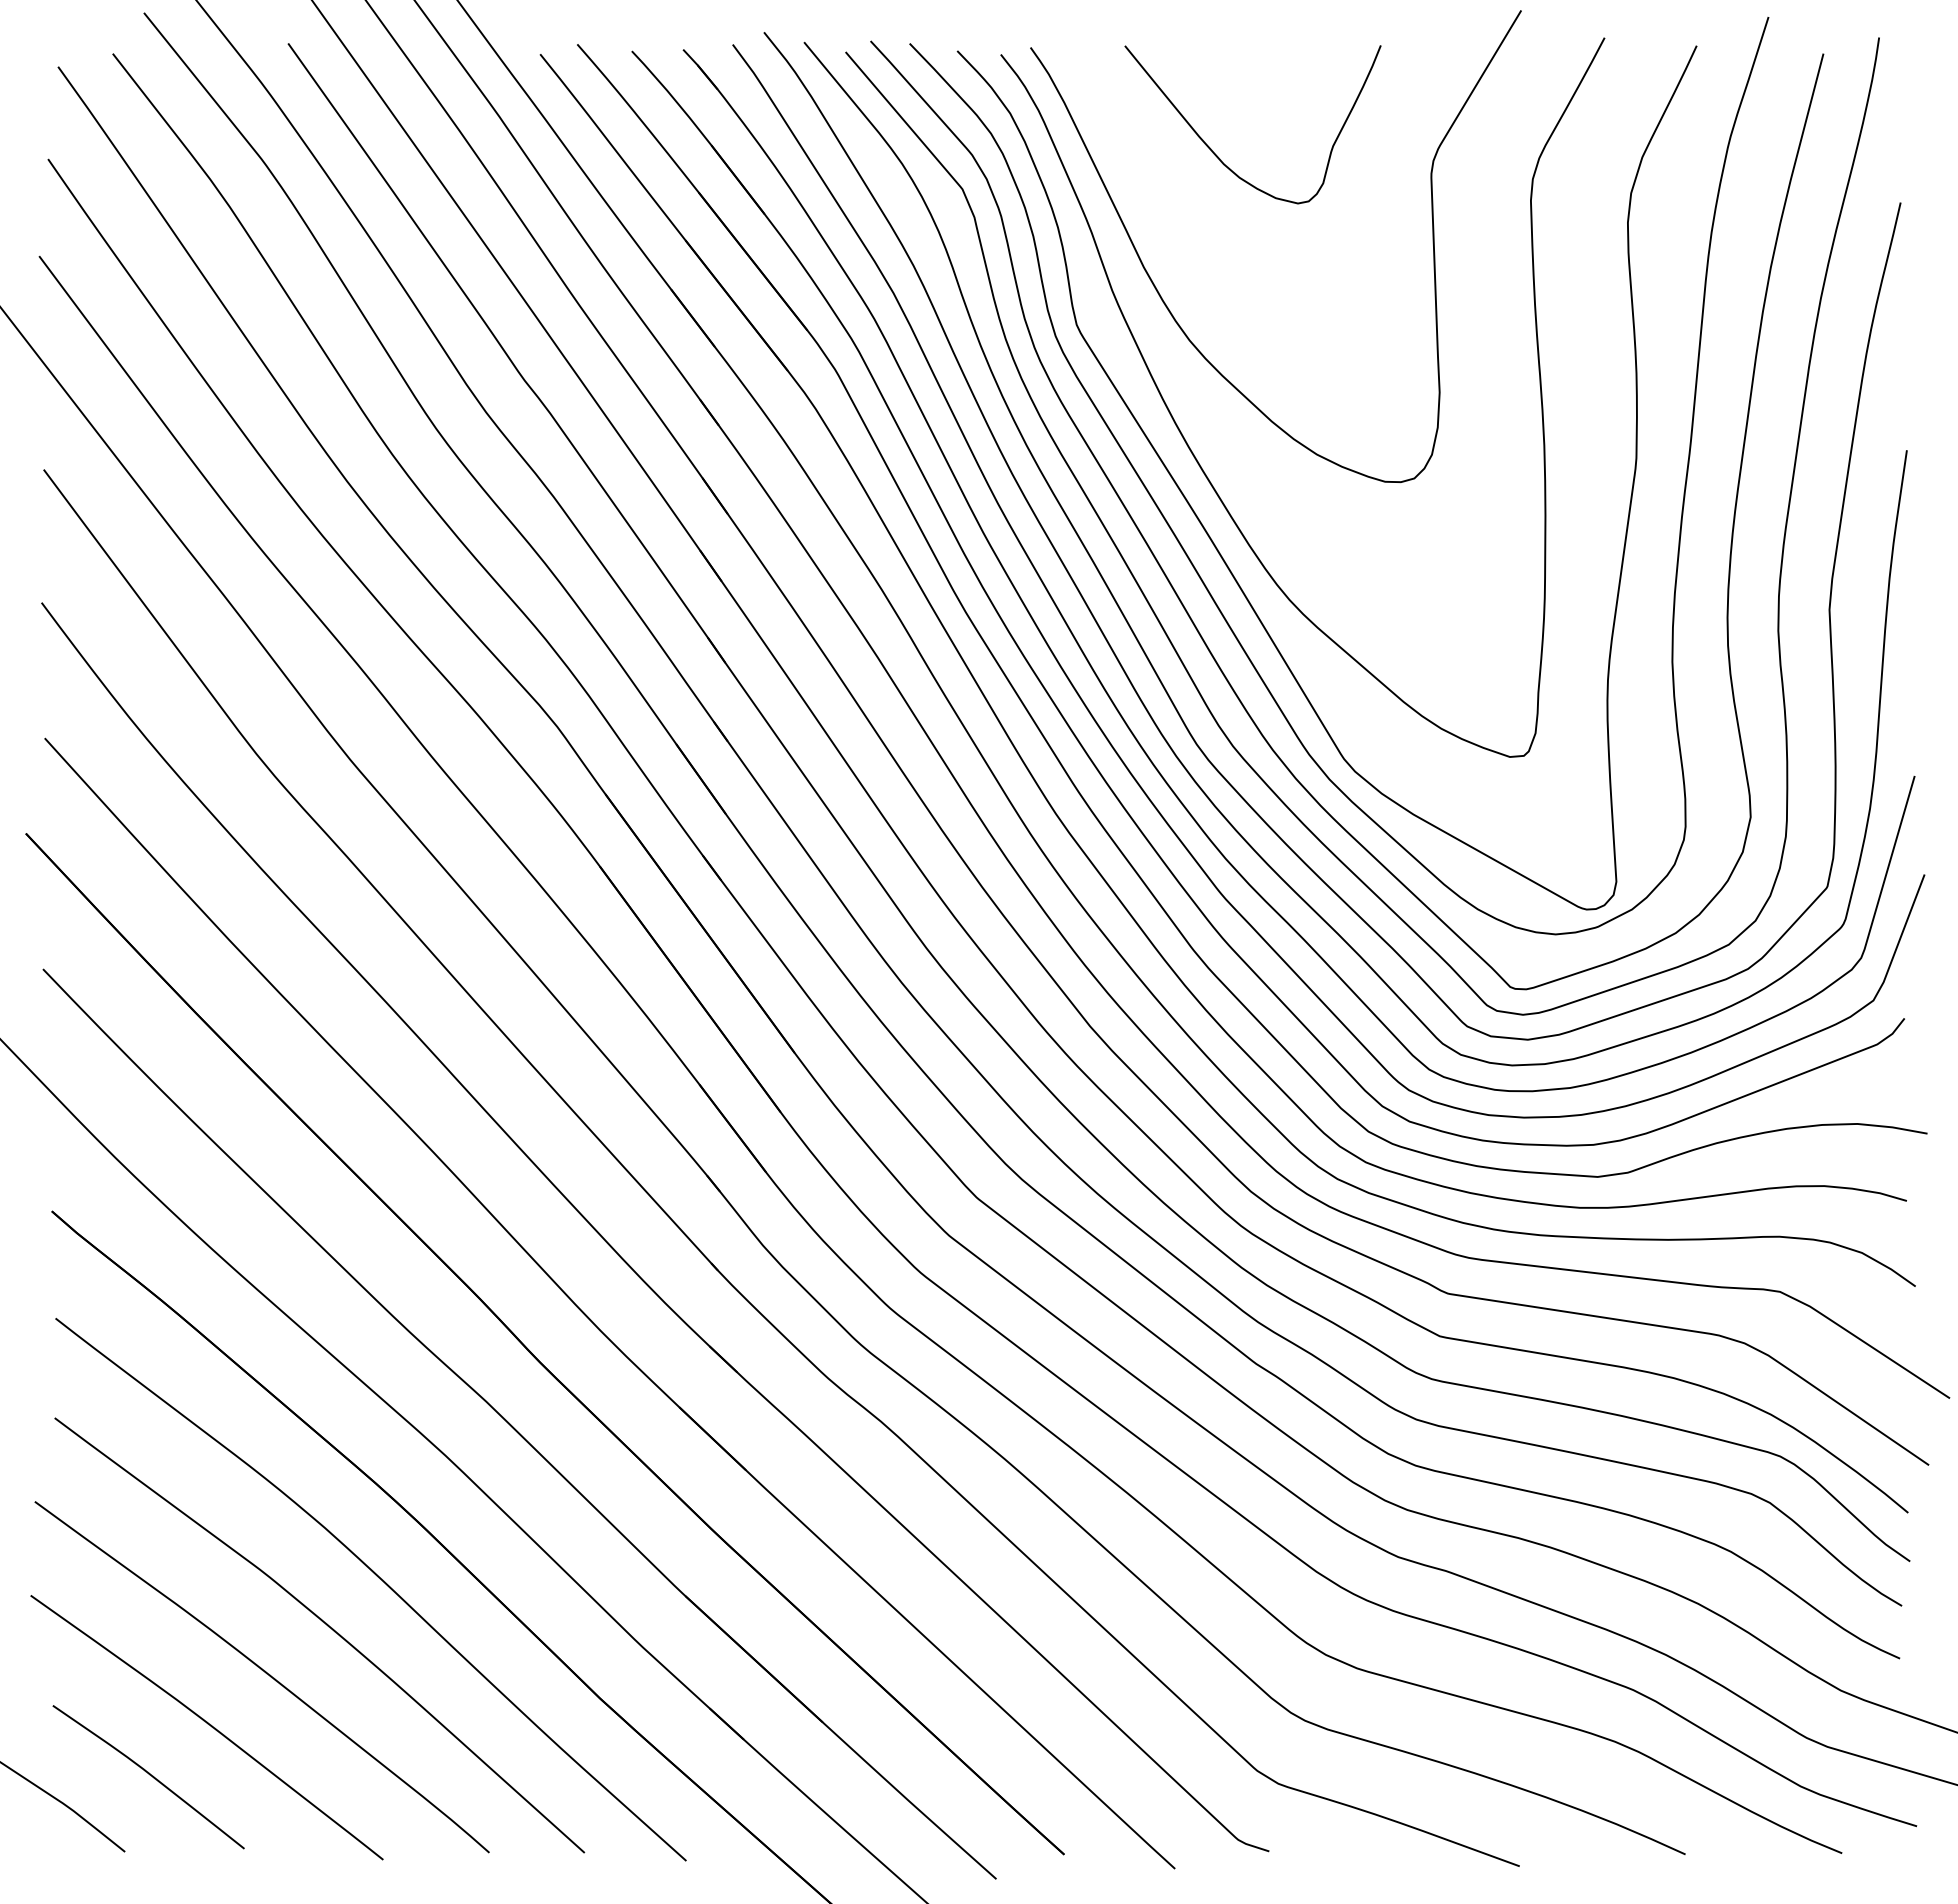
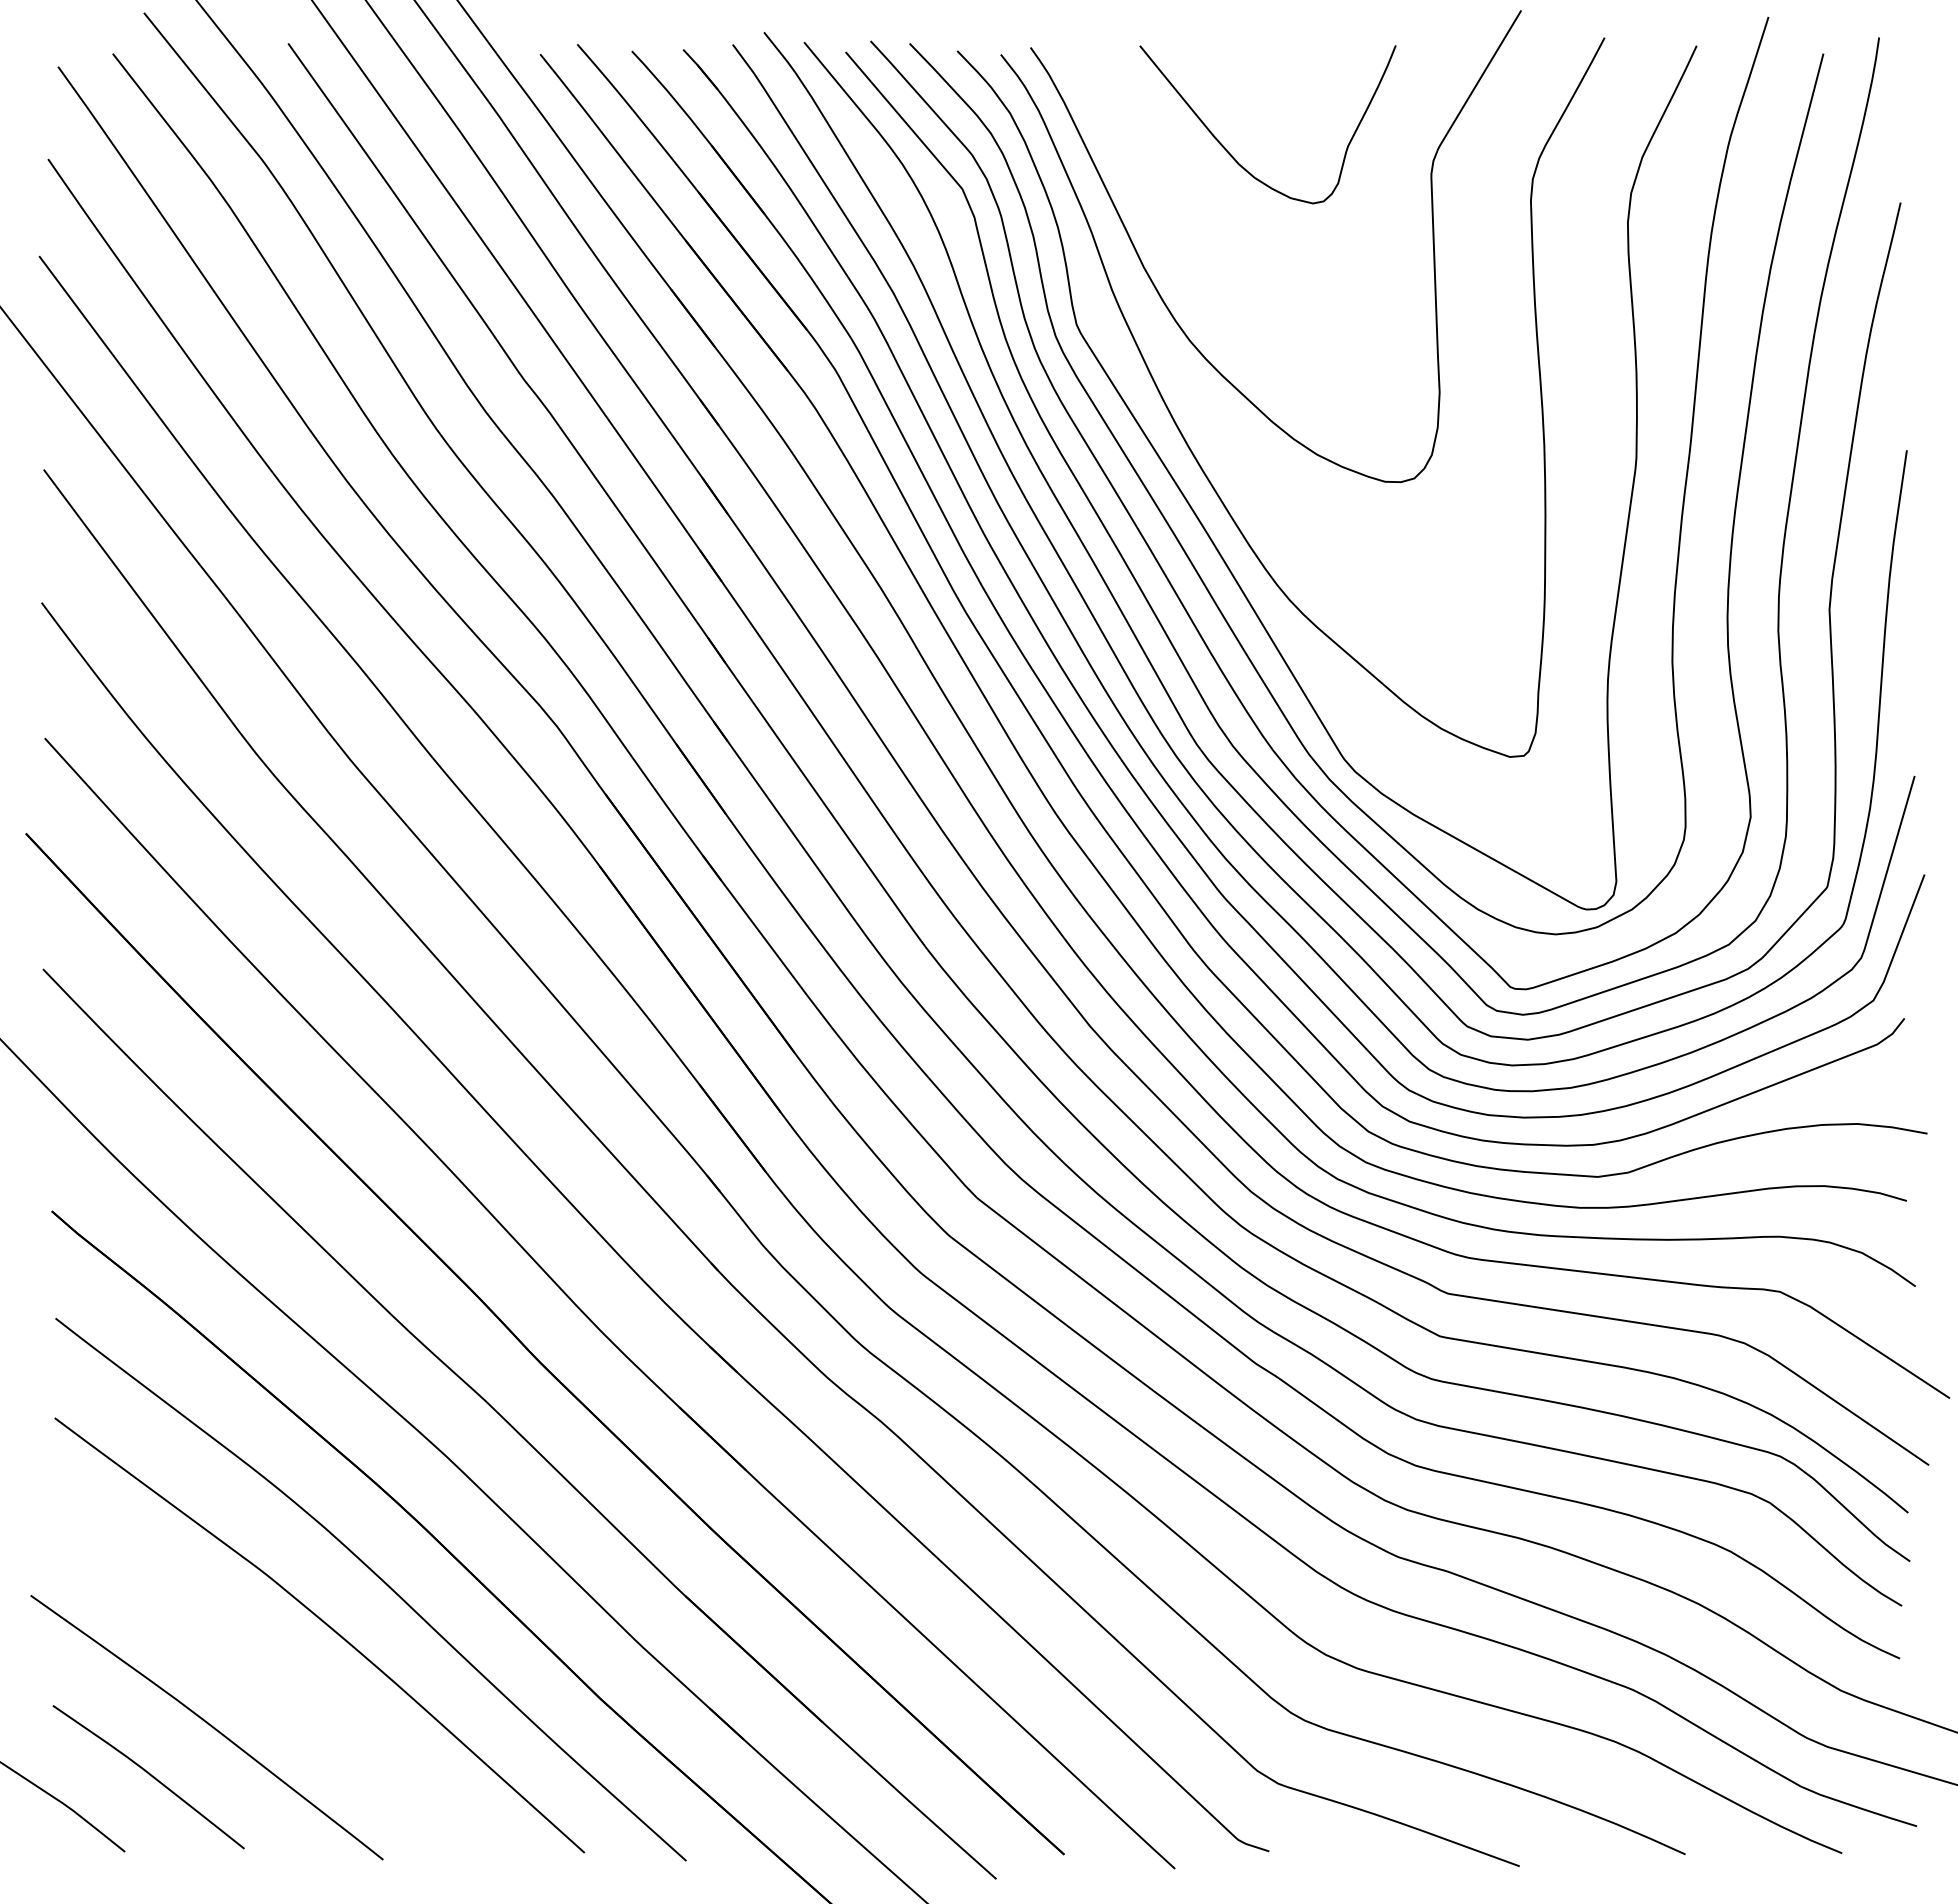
curve at (1219, 157) position: (1219, 157) -> (1234, 157)
curve at (265, 1673): present -> none
